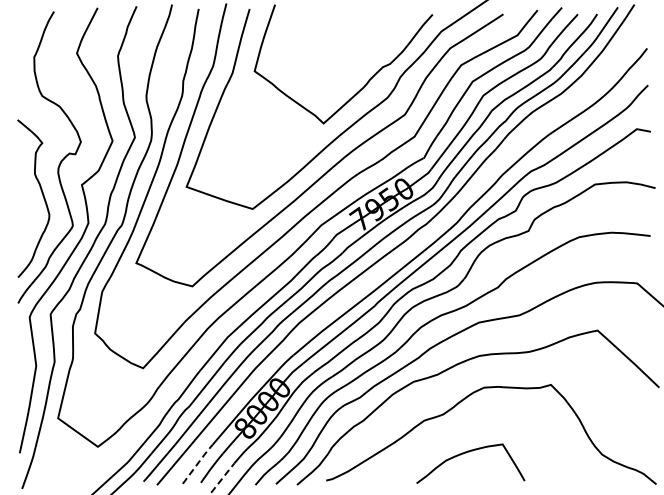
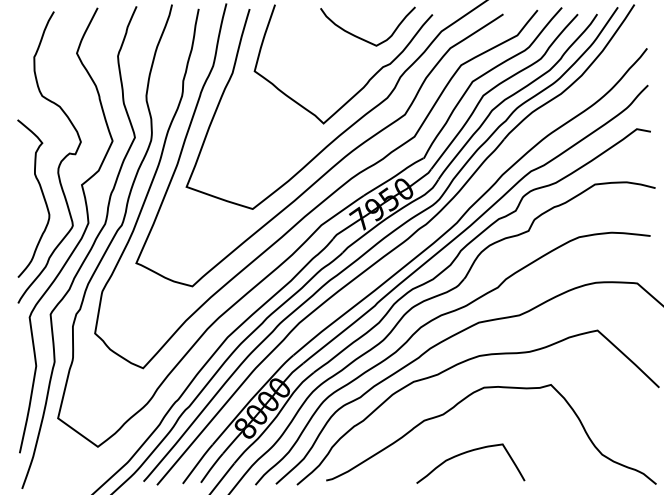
curve at (363, 38): none -> present
line at (198, 462): dashed -> solid
line at (222, 478): dashed -> solid
